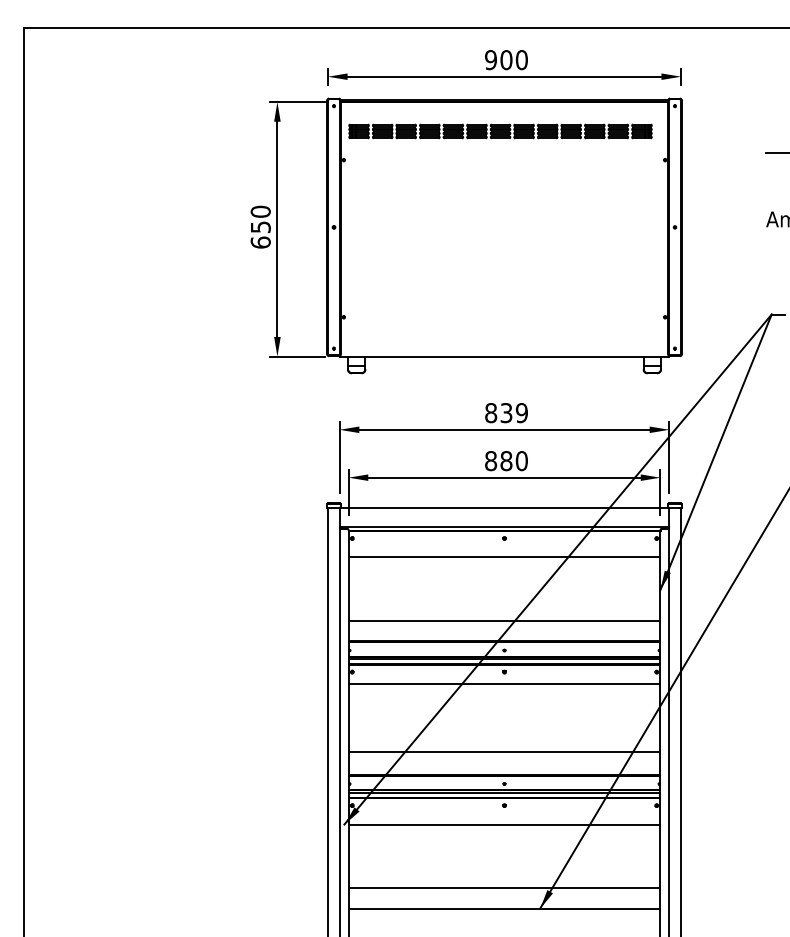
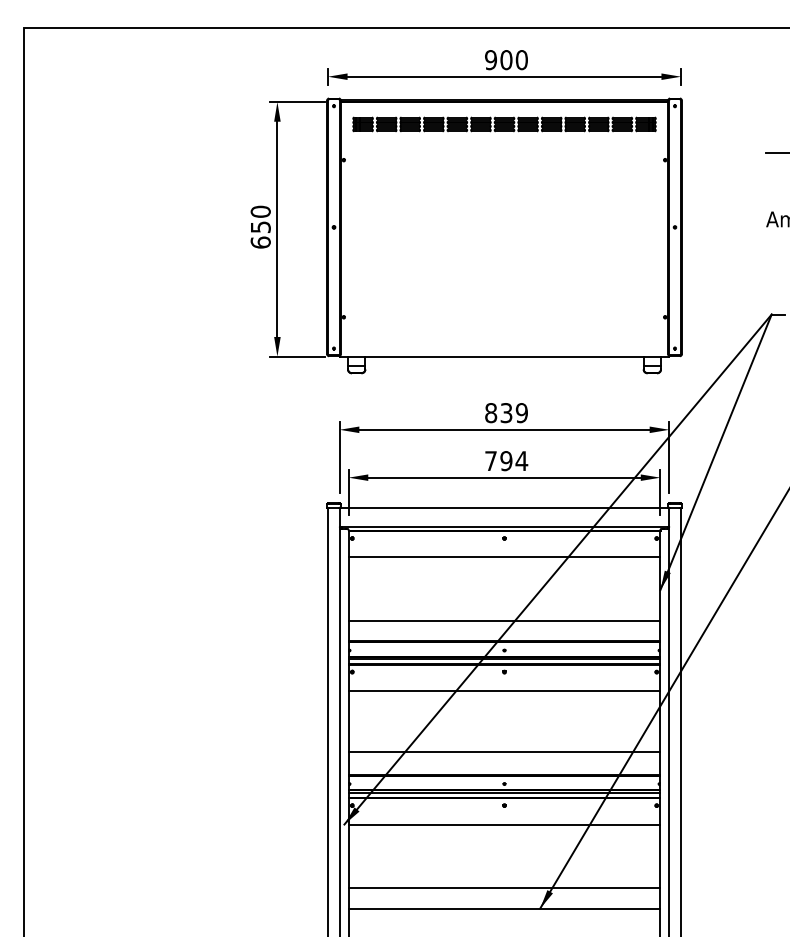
part at (500, 131) position: (500, 131) -> (504, 124)
text at (506, 461): 880 -> 794
line at (504, 683) position: (504, 683) -> (504, 690)
